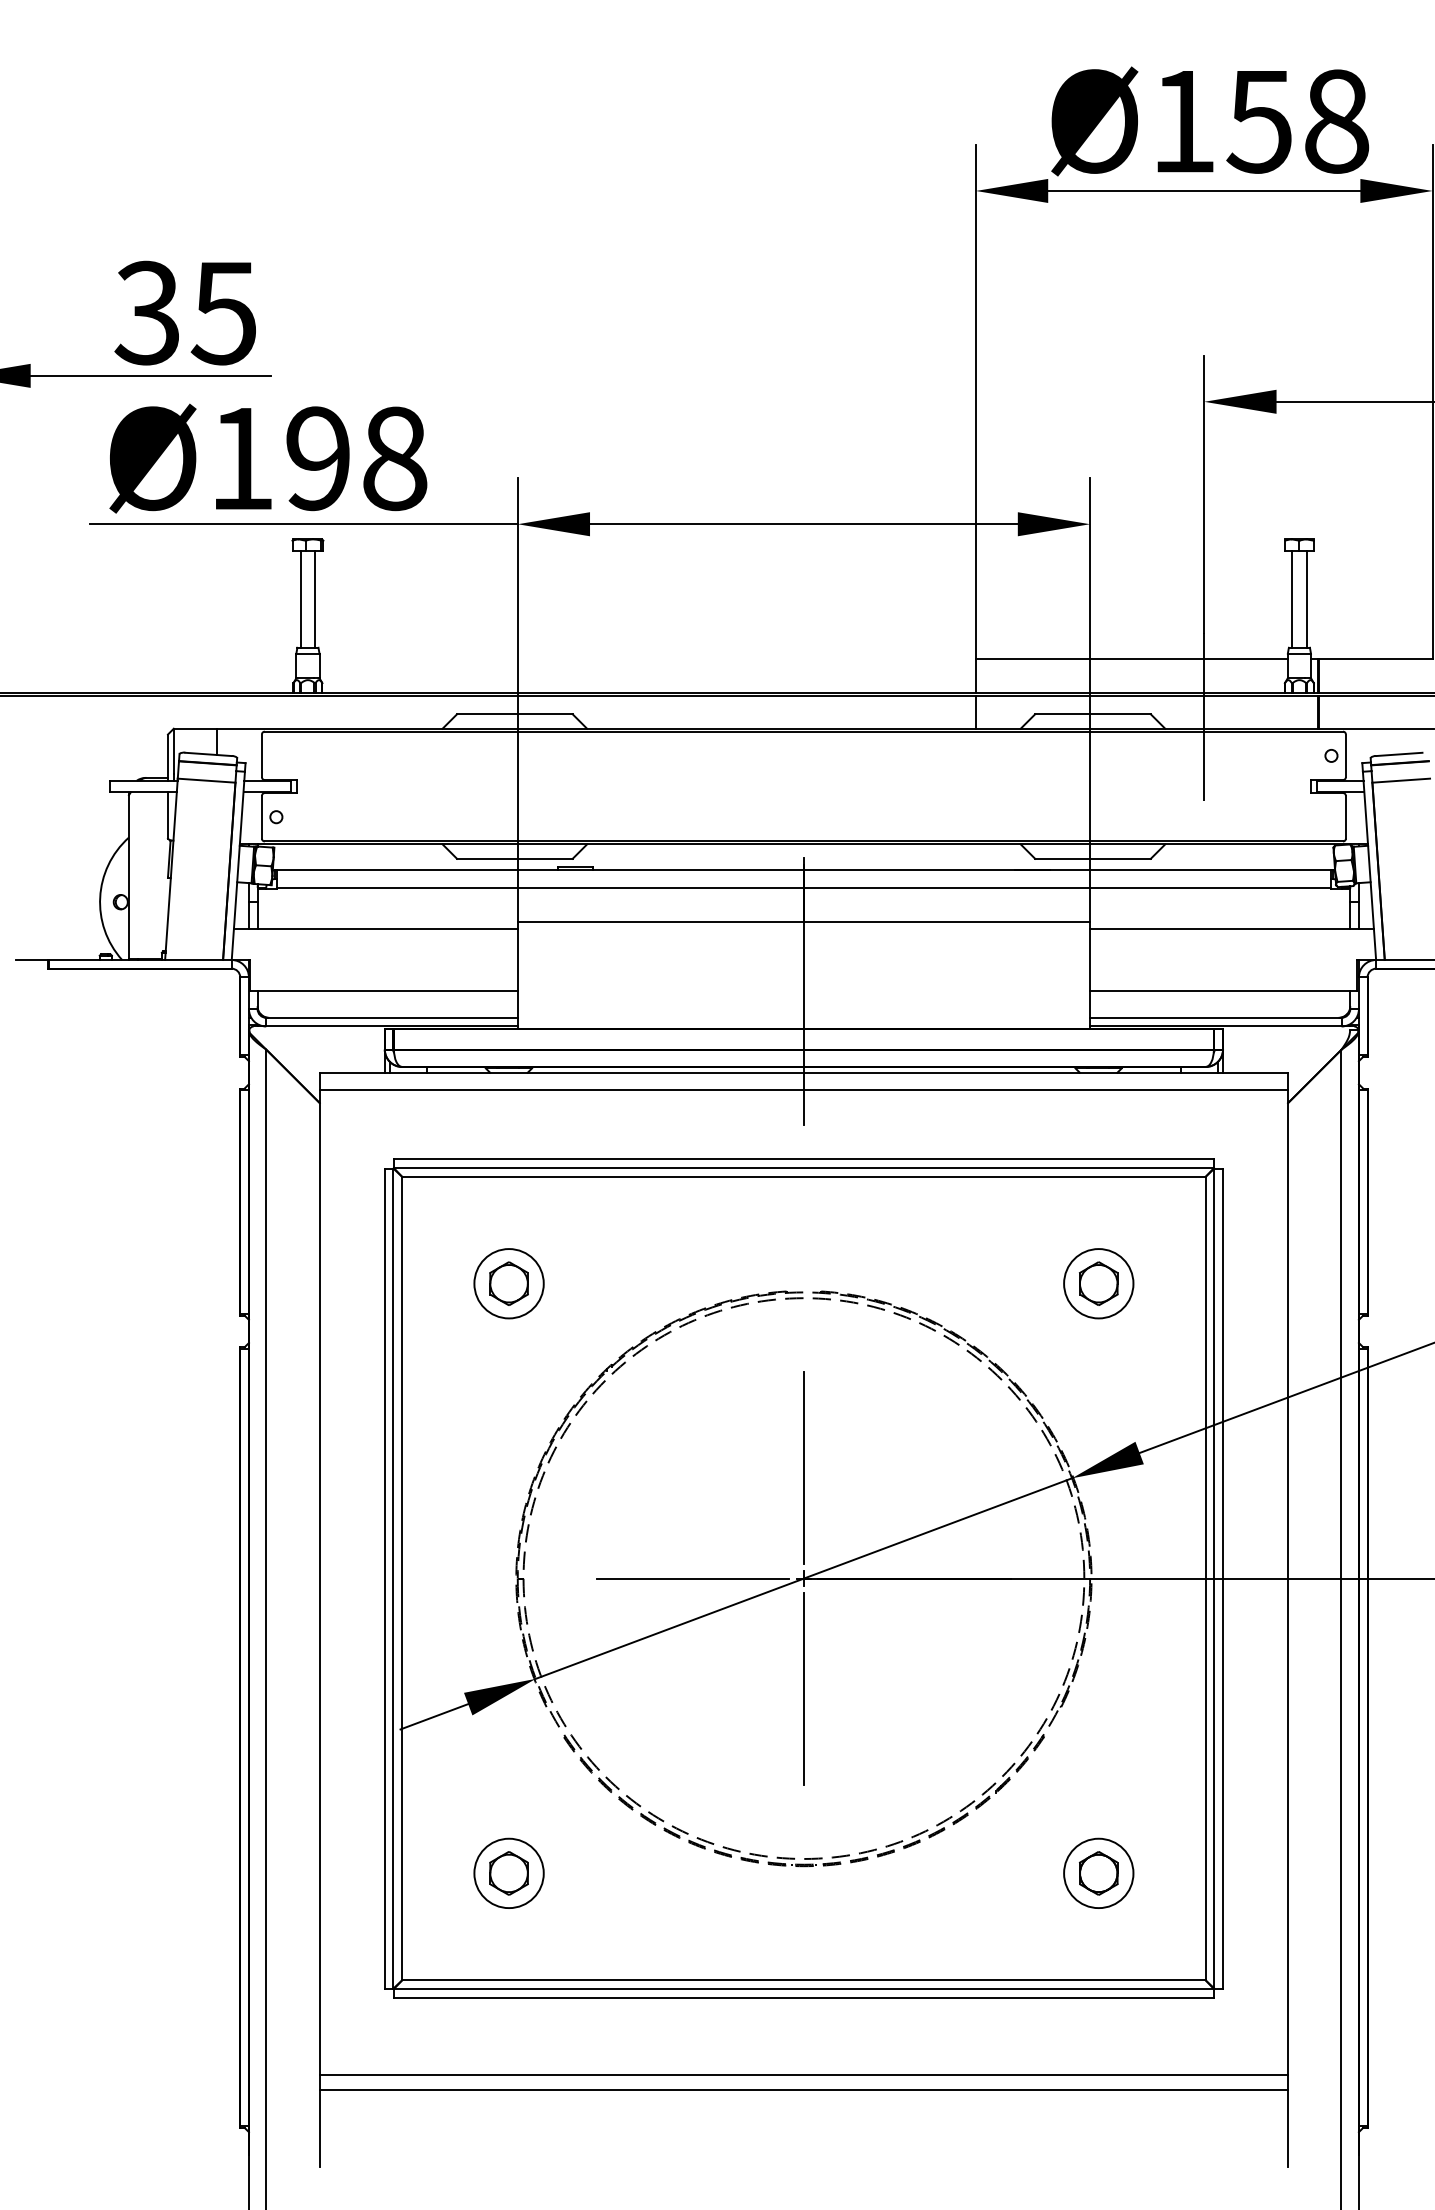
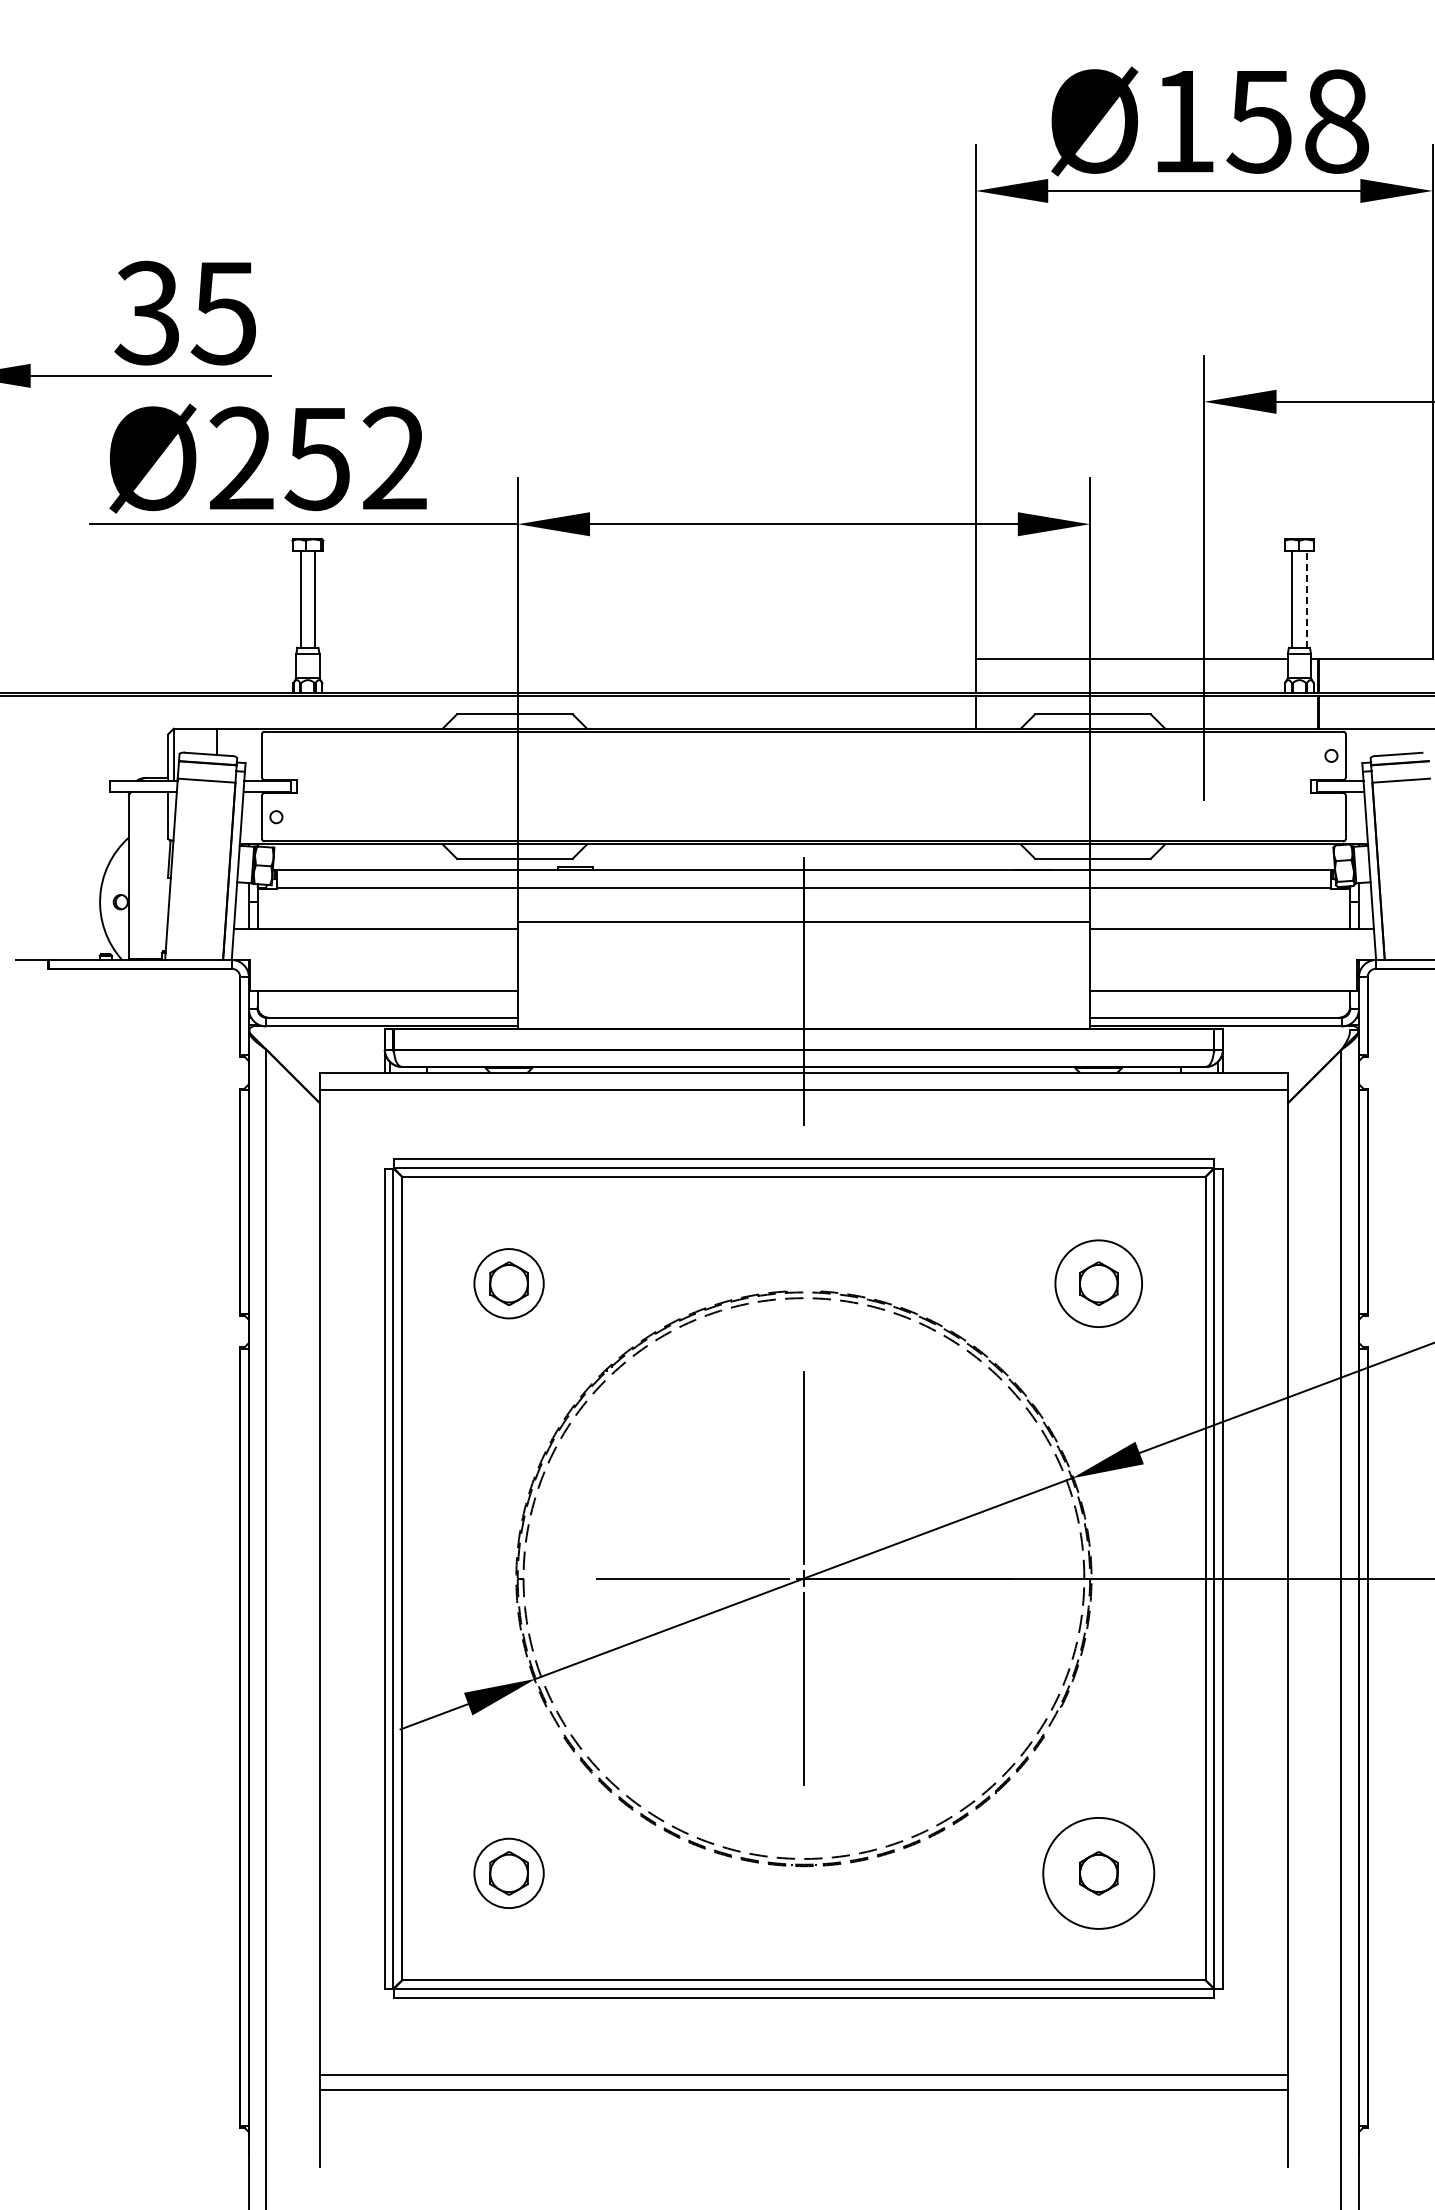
text at (318, 458): Ø198 -> Ø252
line at (1306, 598): solid -> dashed
circle at (1098, 1283) diameter: 69 px -> 87 px
circle at (1098, 1873) diameter: 69 px -> 111 px
